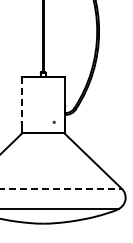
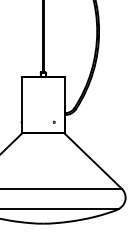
line at (21, 100): dashed -> solid
line at (61, 188): dashed -> solid
